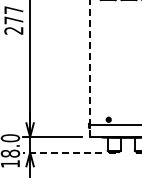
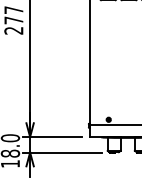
line at (90, 68): dashed -> solid
line at (61, 152): dashed -> solid
